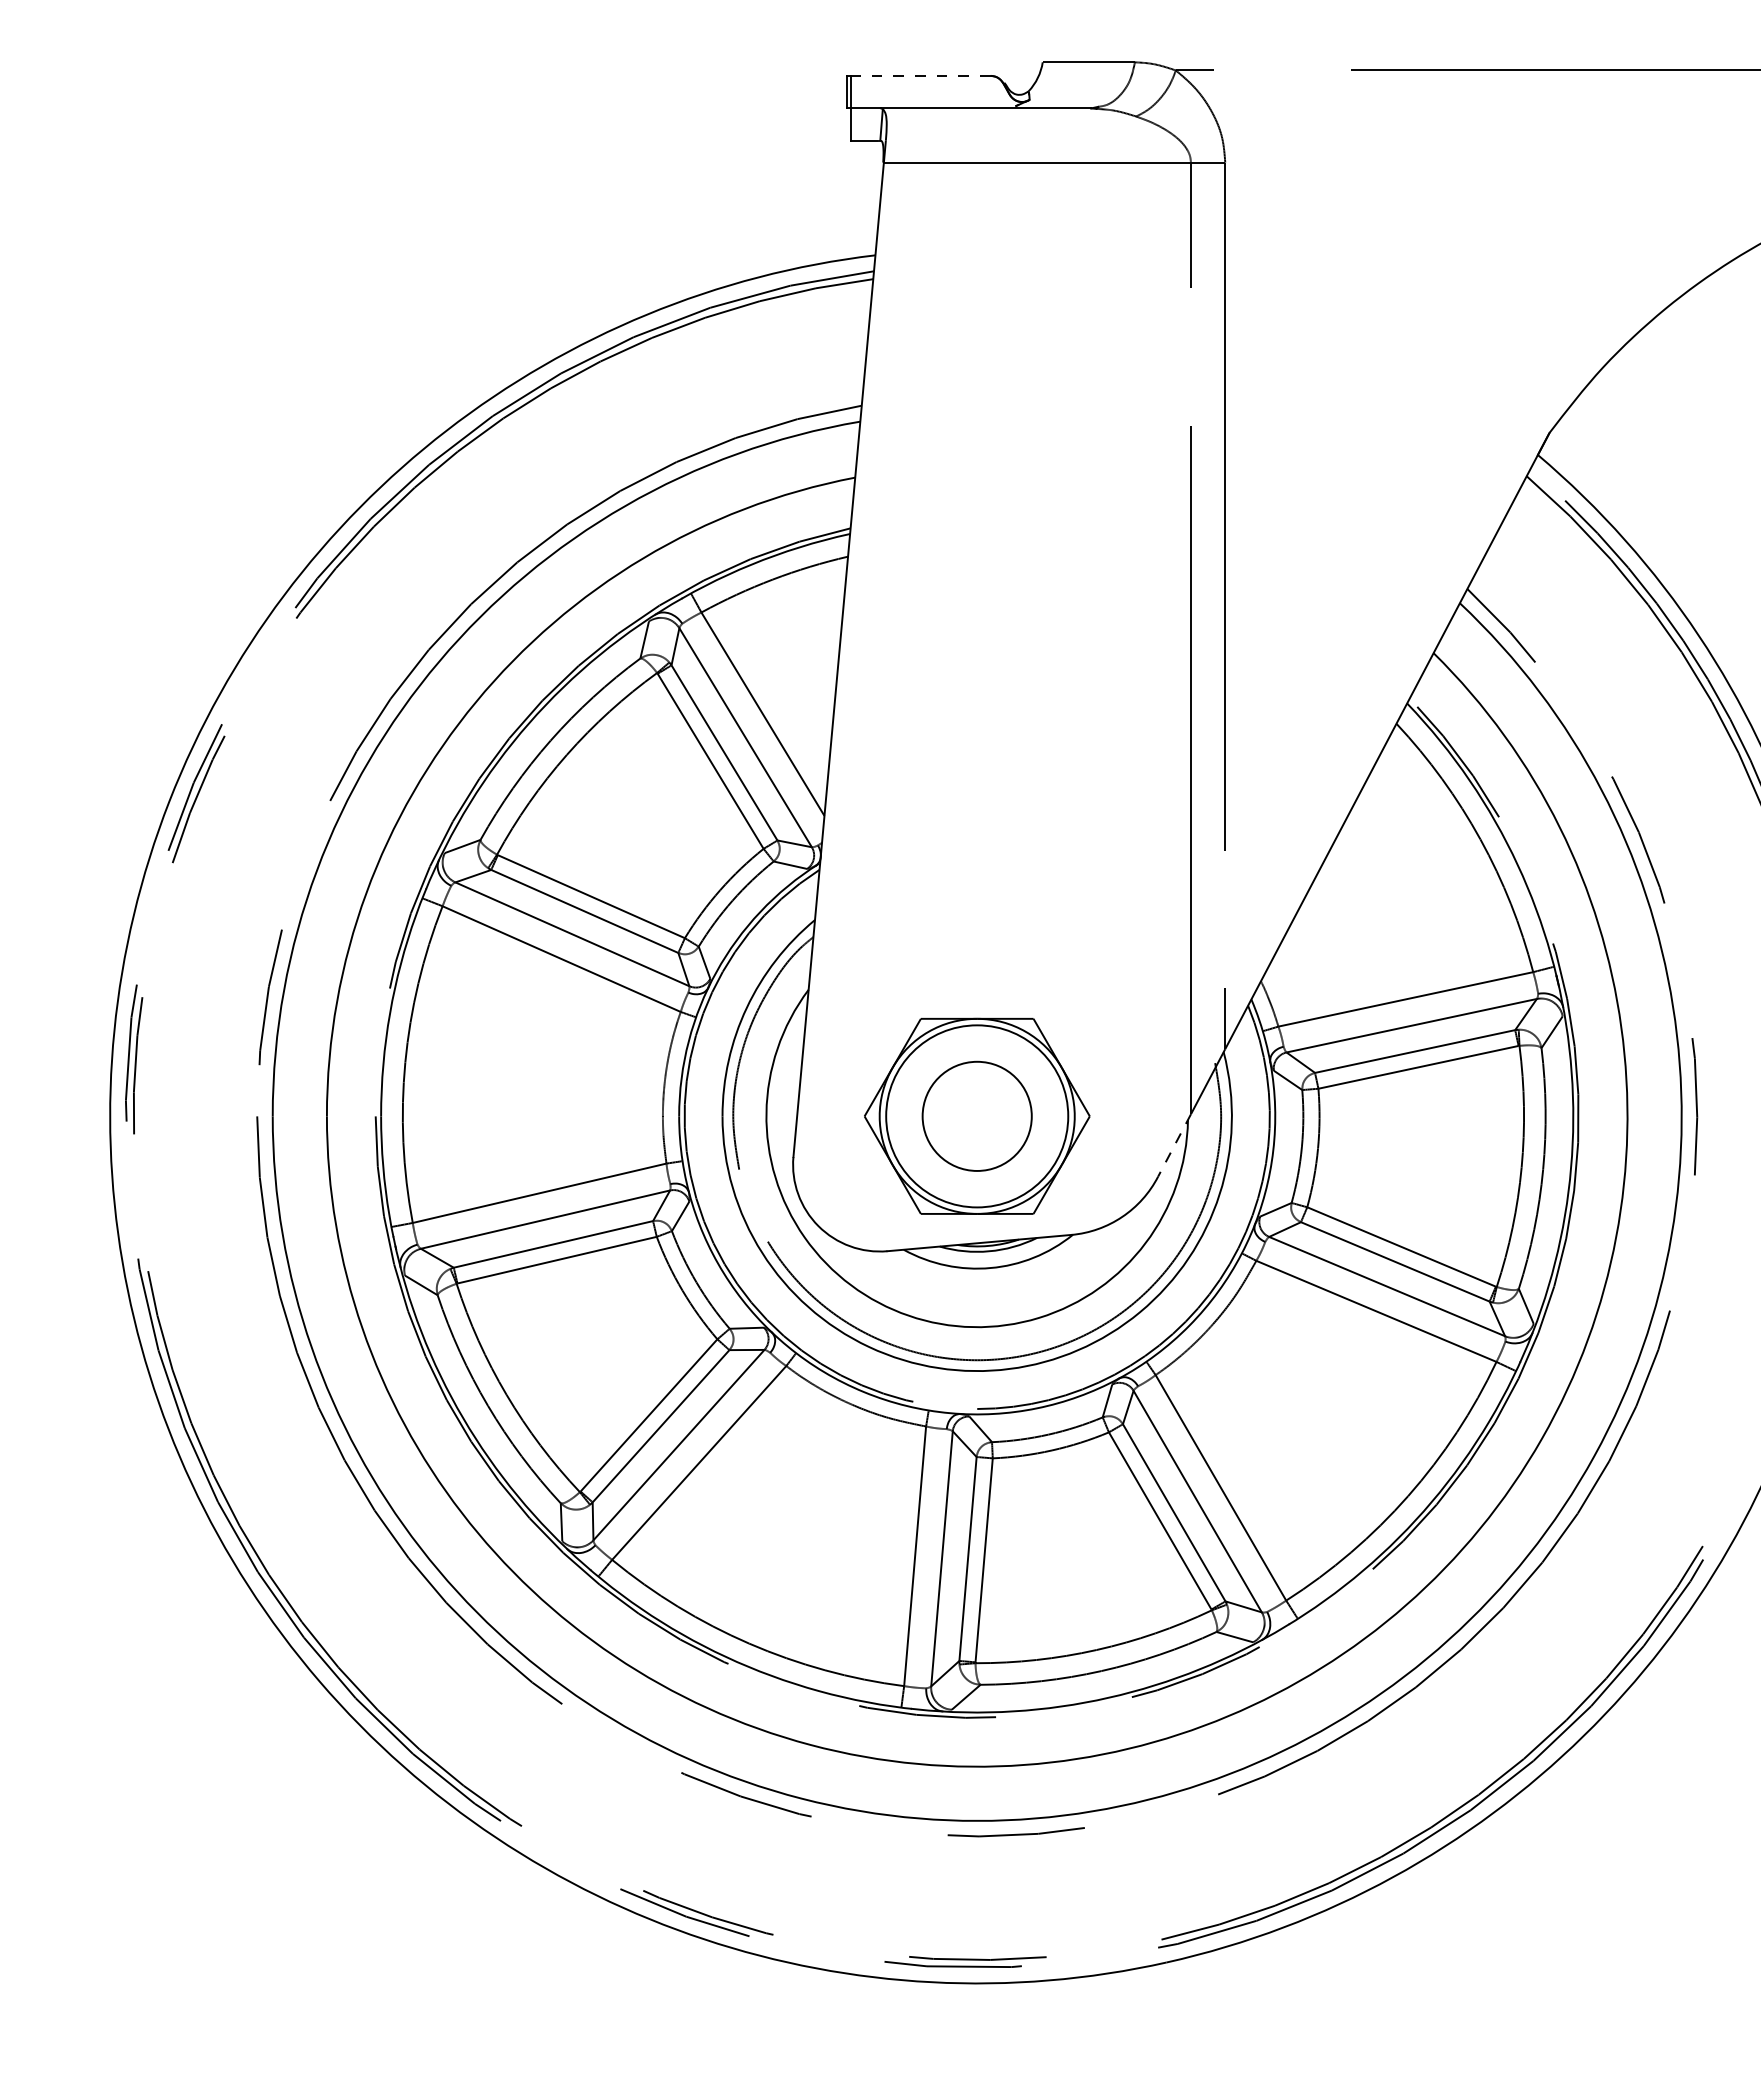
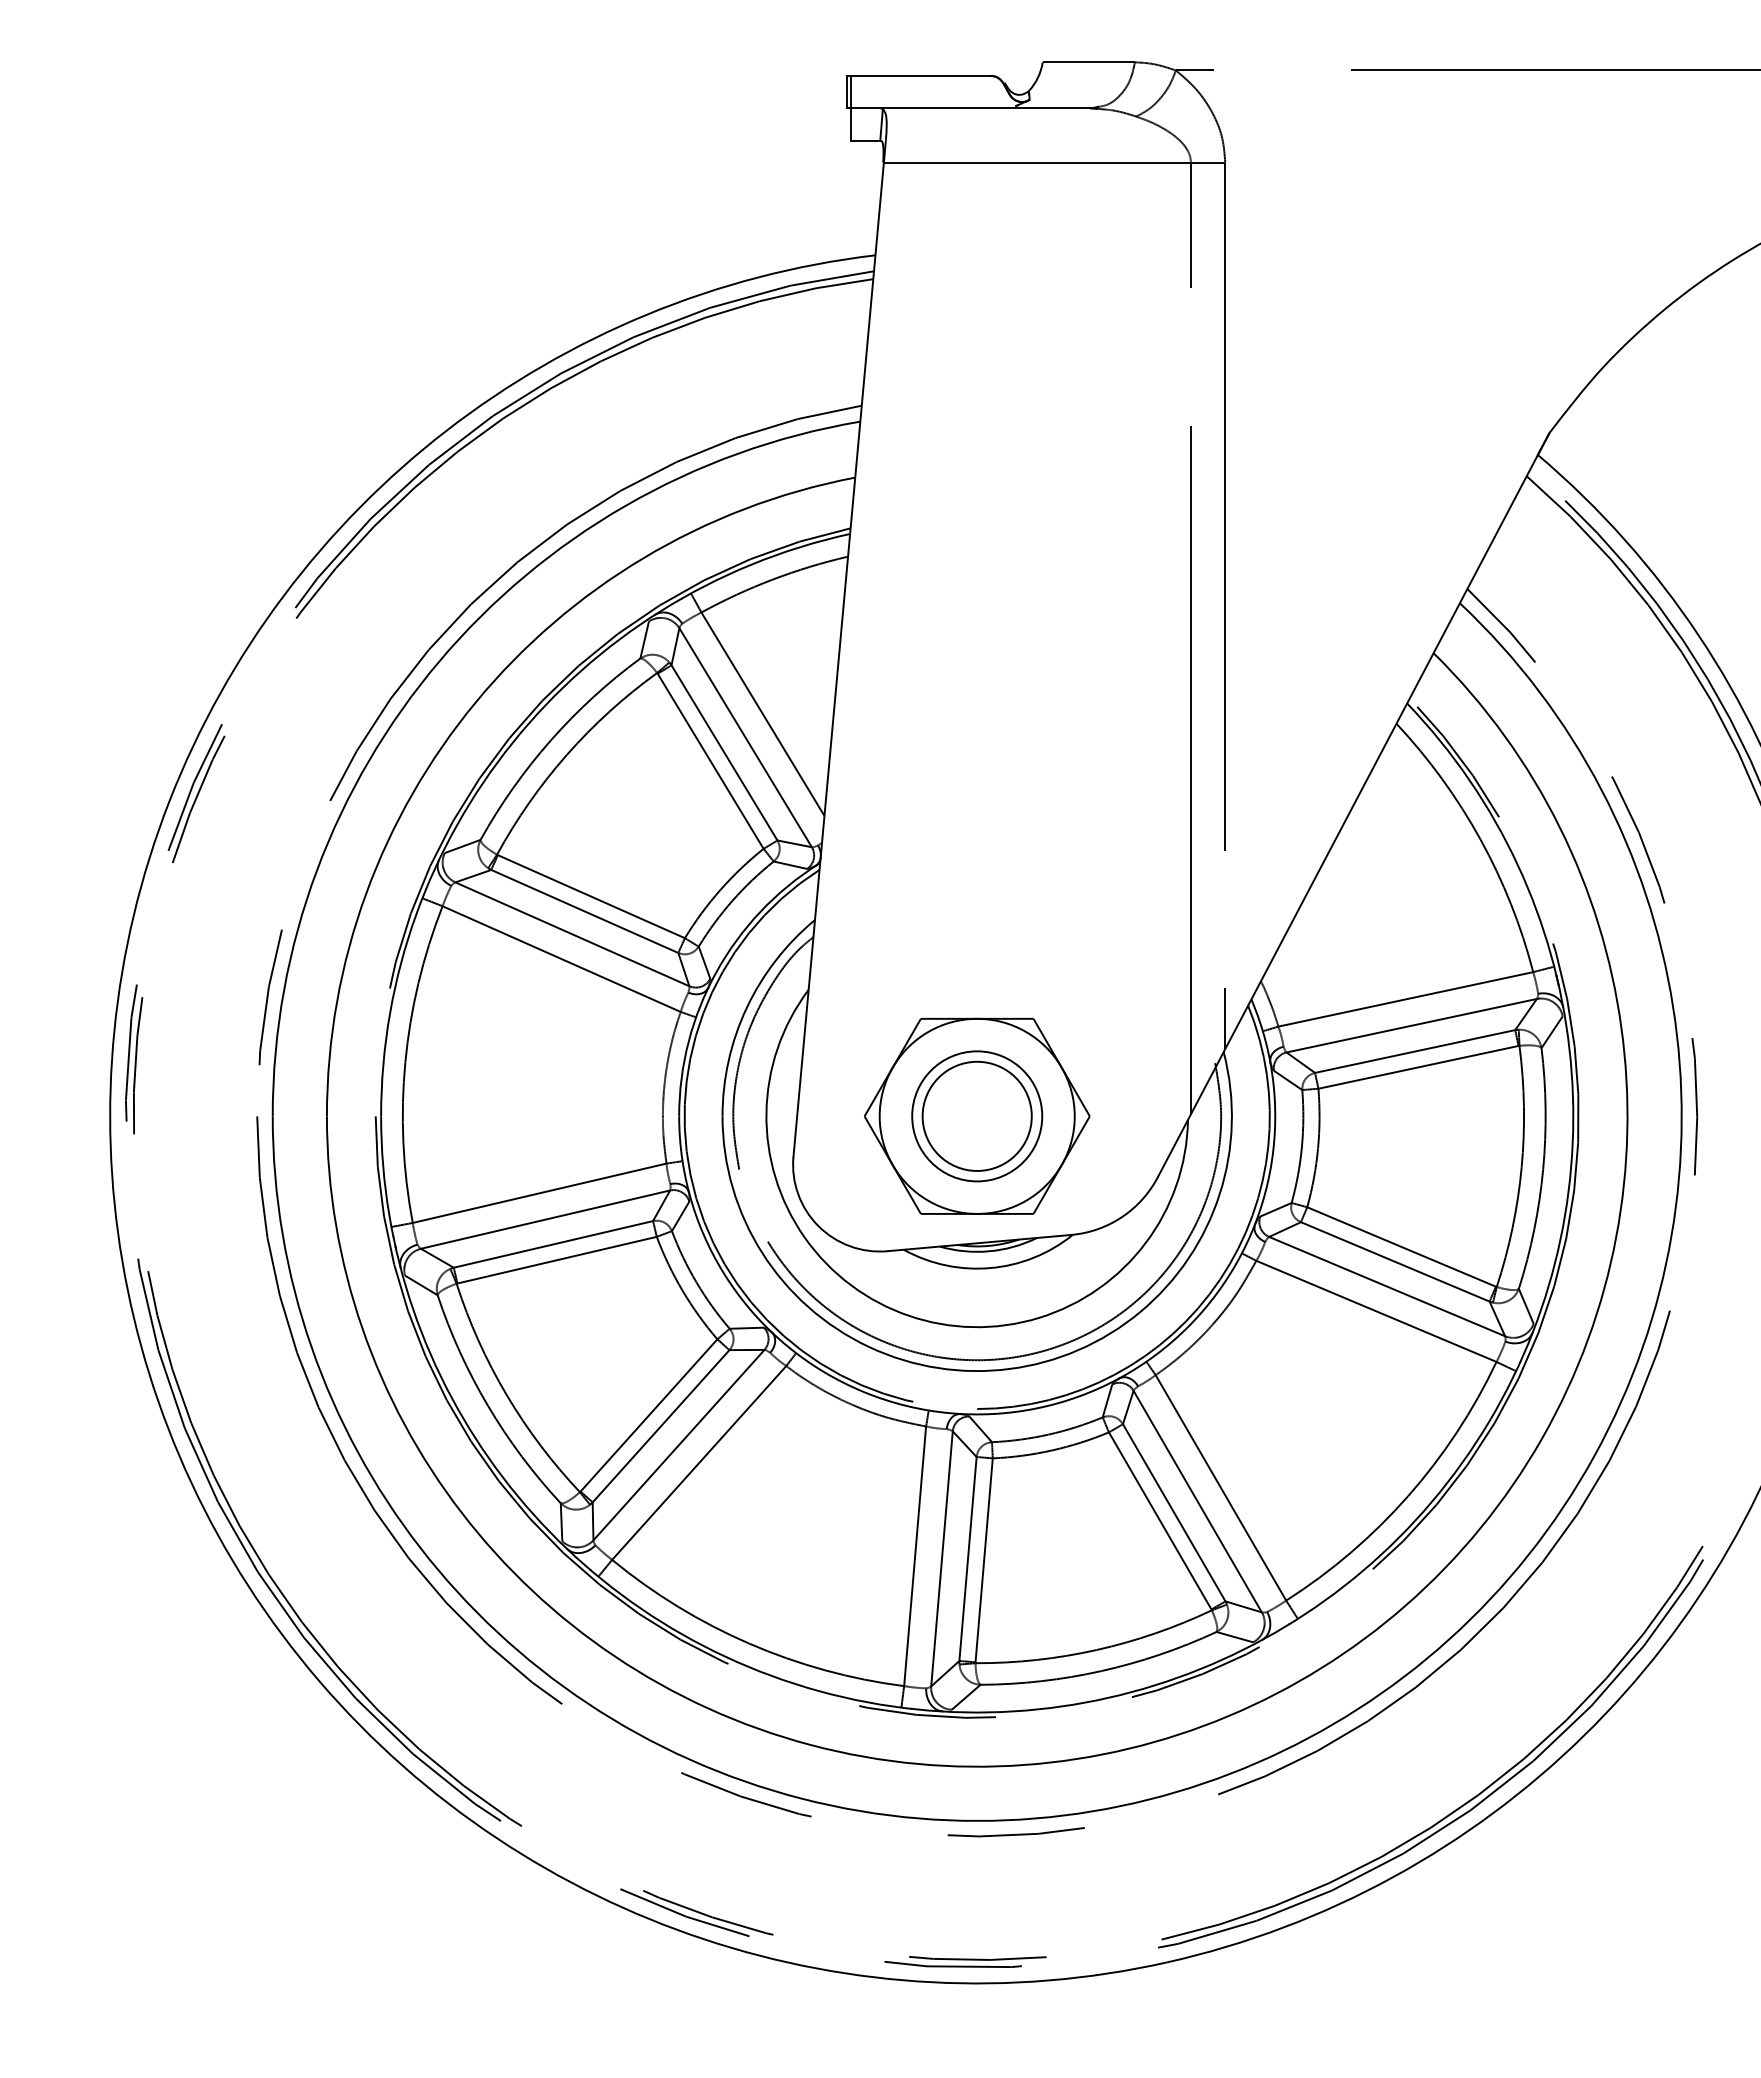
line at (920, 75): dashed -> solid
circle at (977, 1116) diameter: 182 px -> 130 px
line at (1174, 1145): dashed -> solid
